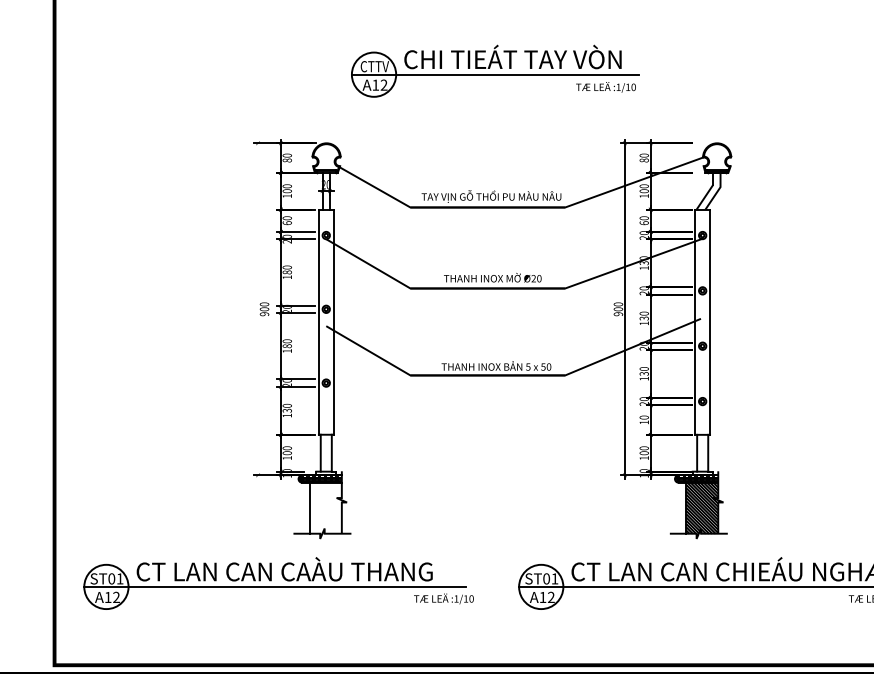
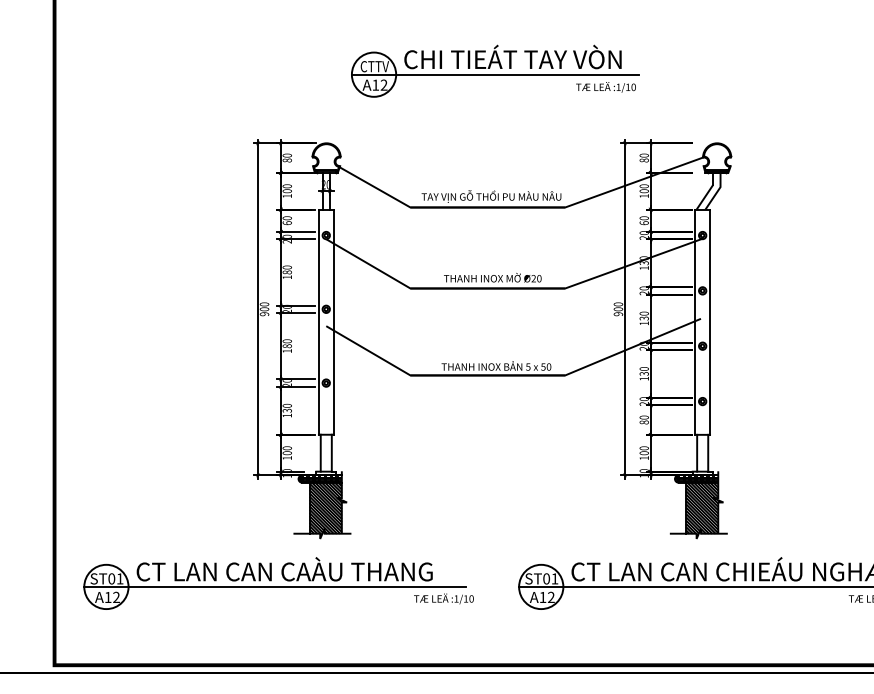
line at (258, 309): none -> present
text at (643, 422): 10 -> 80
hatch at (326, 509): none -> present
